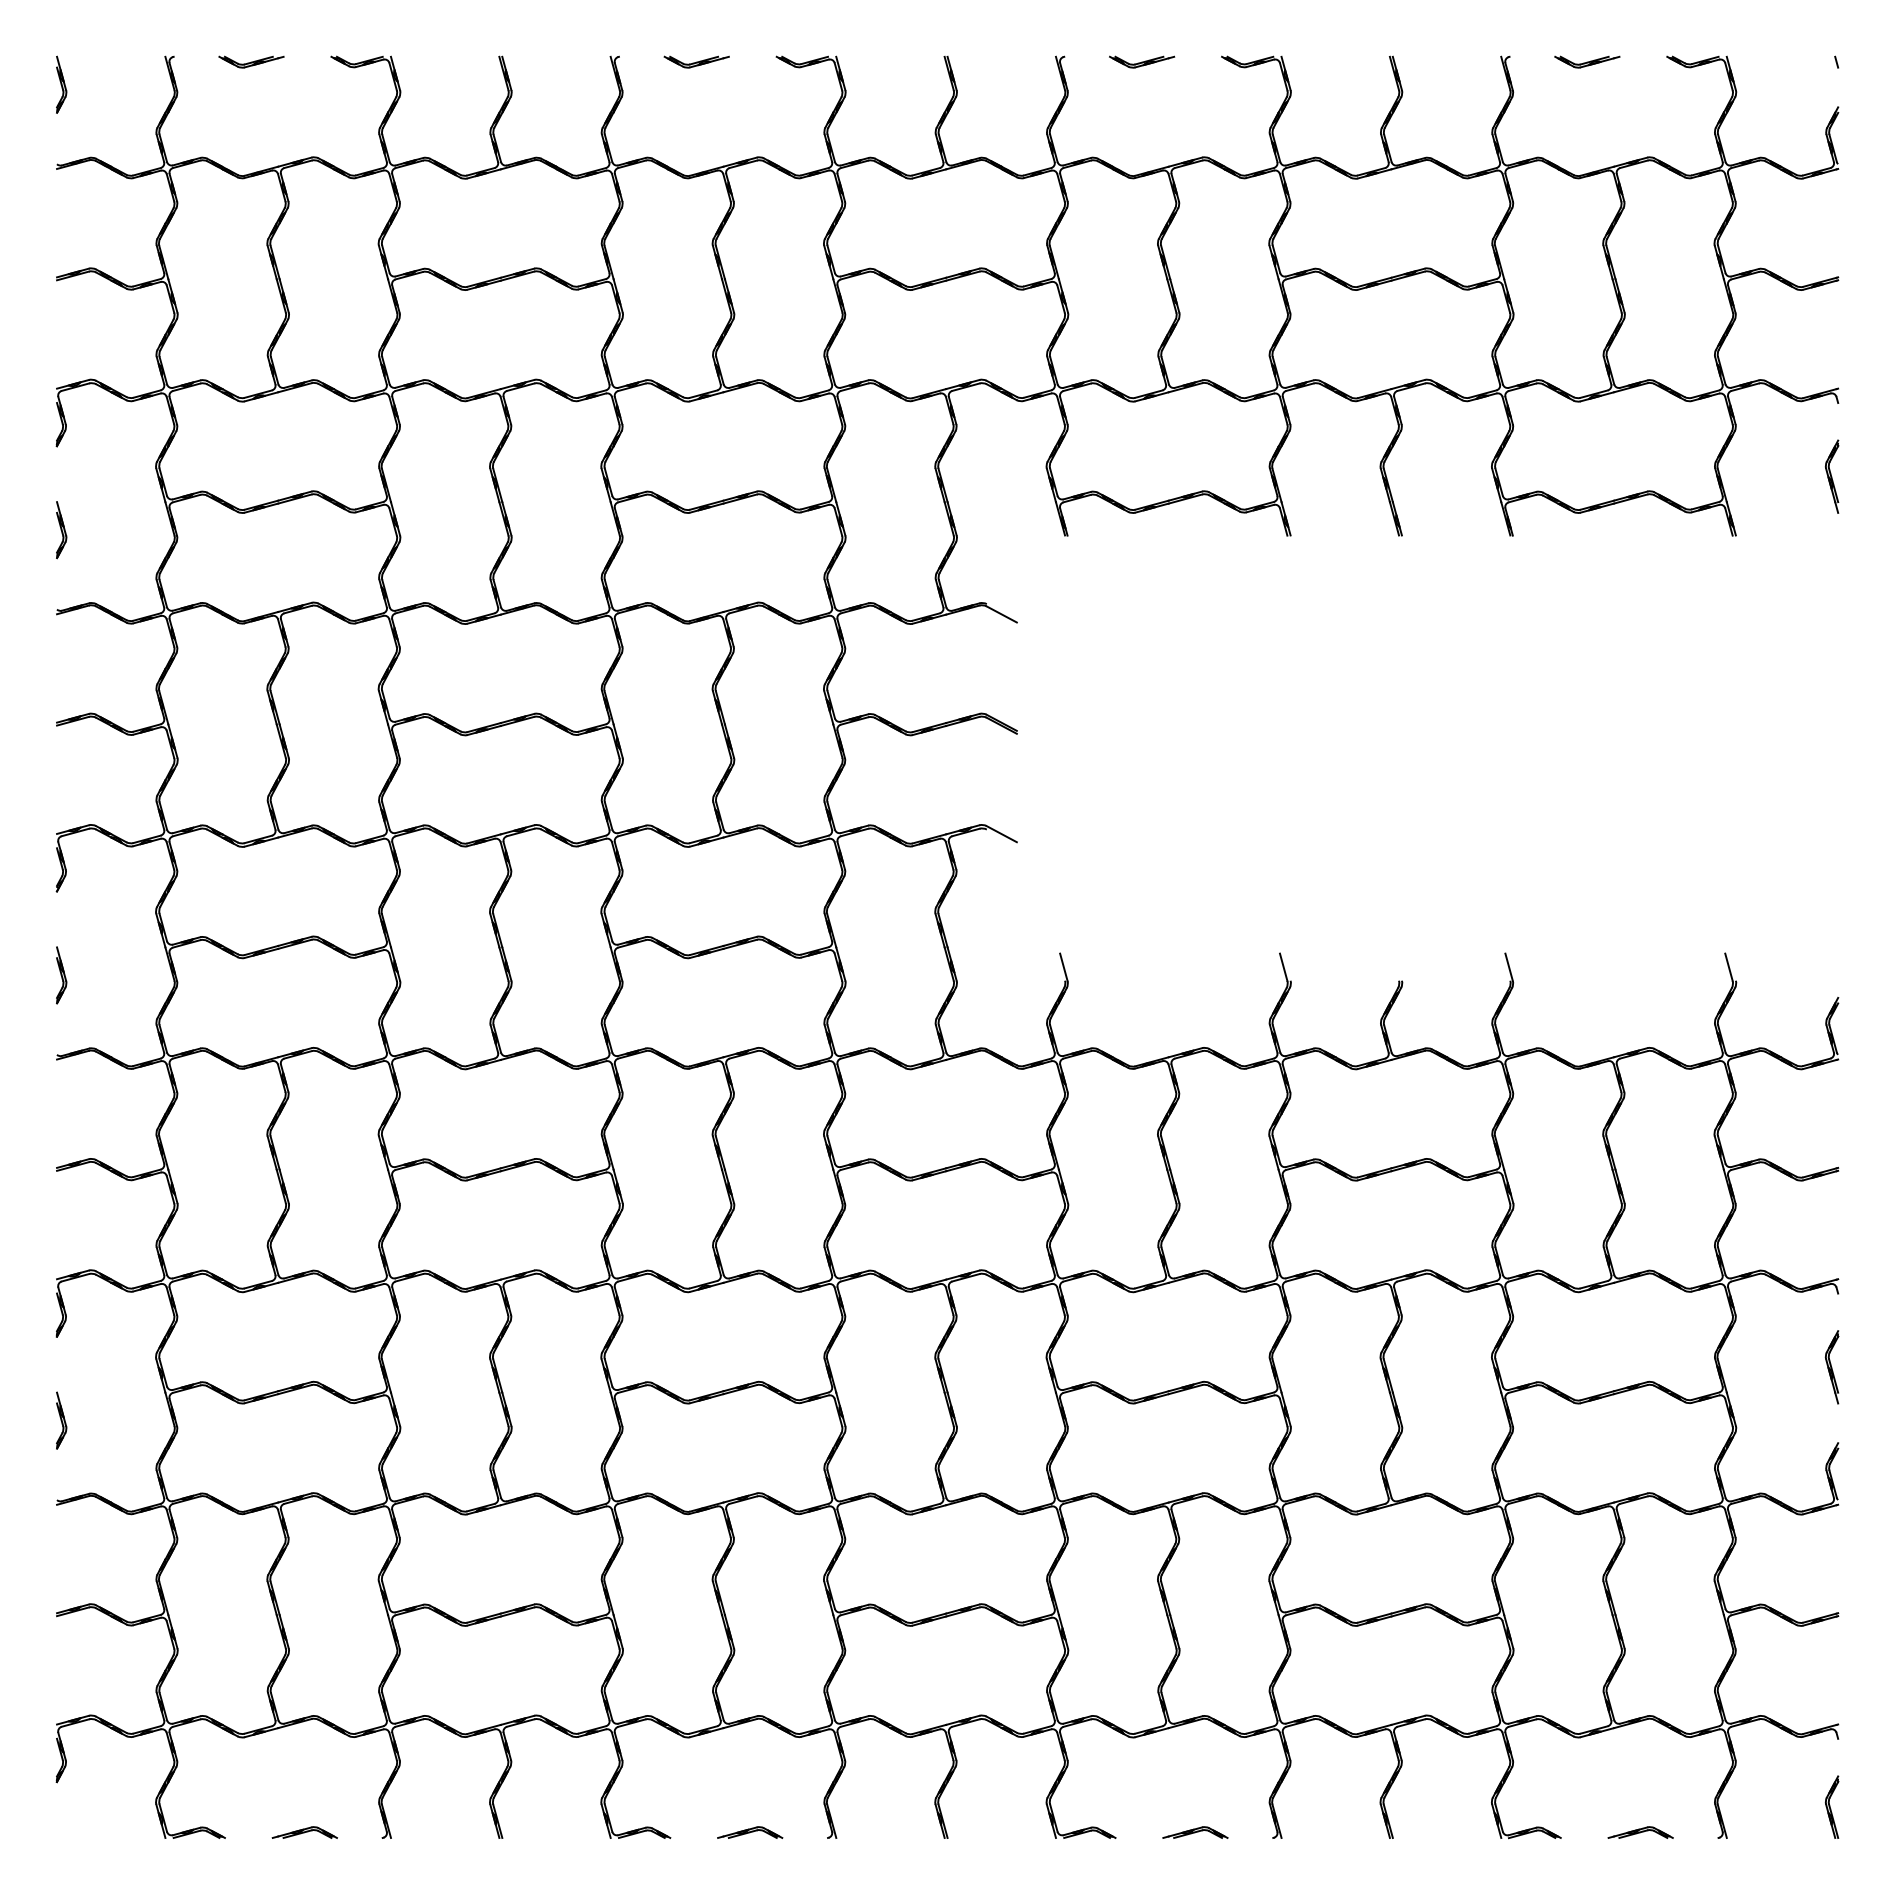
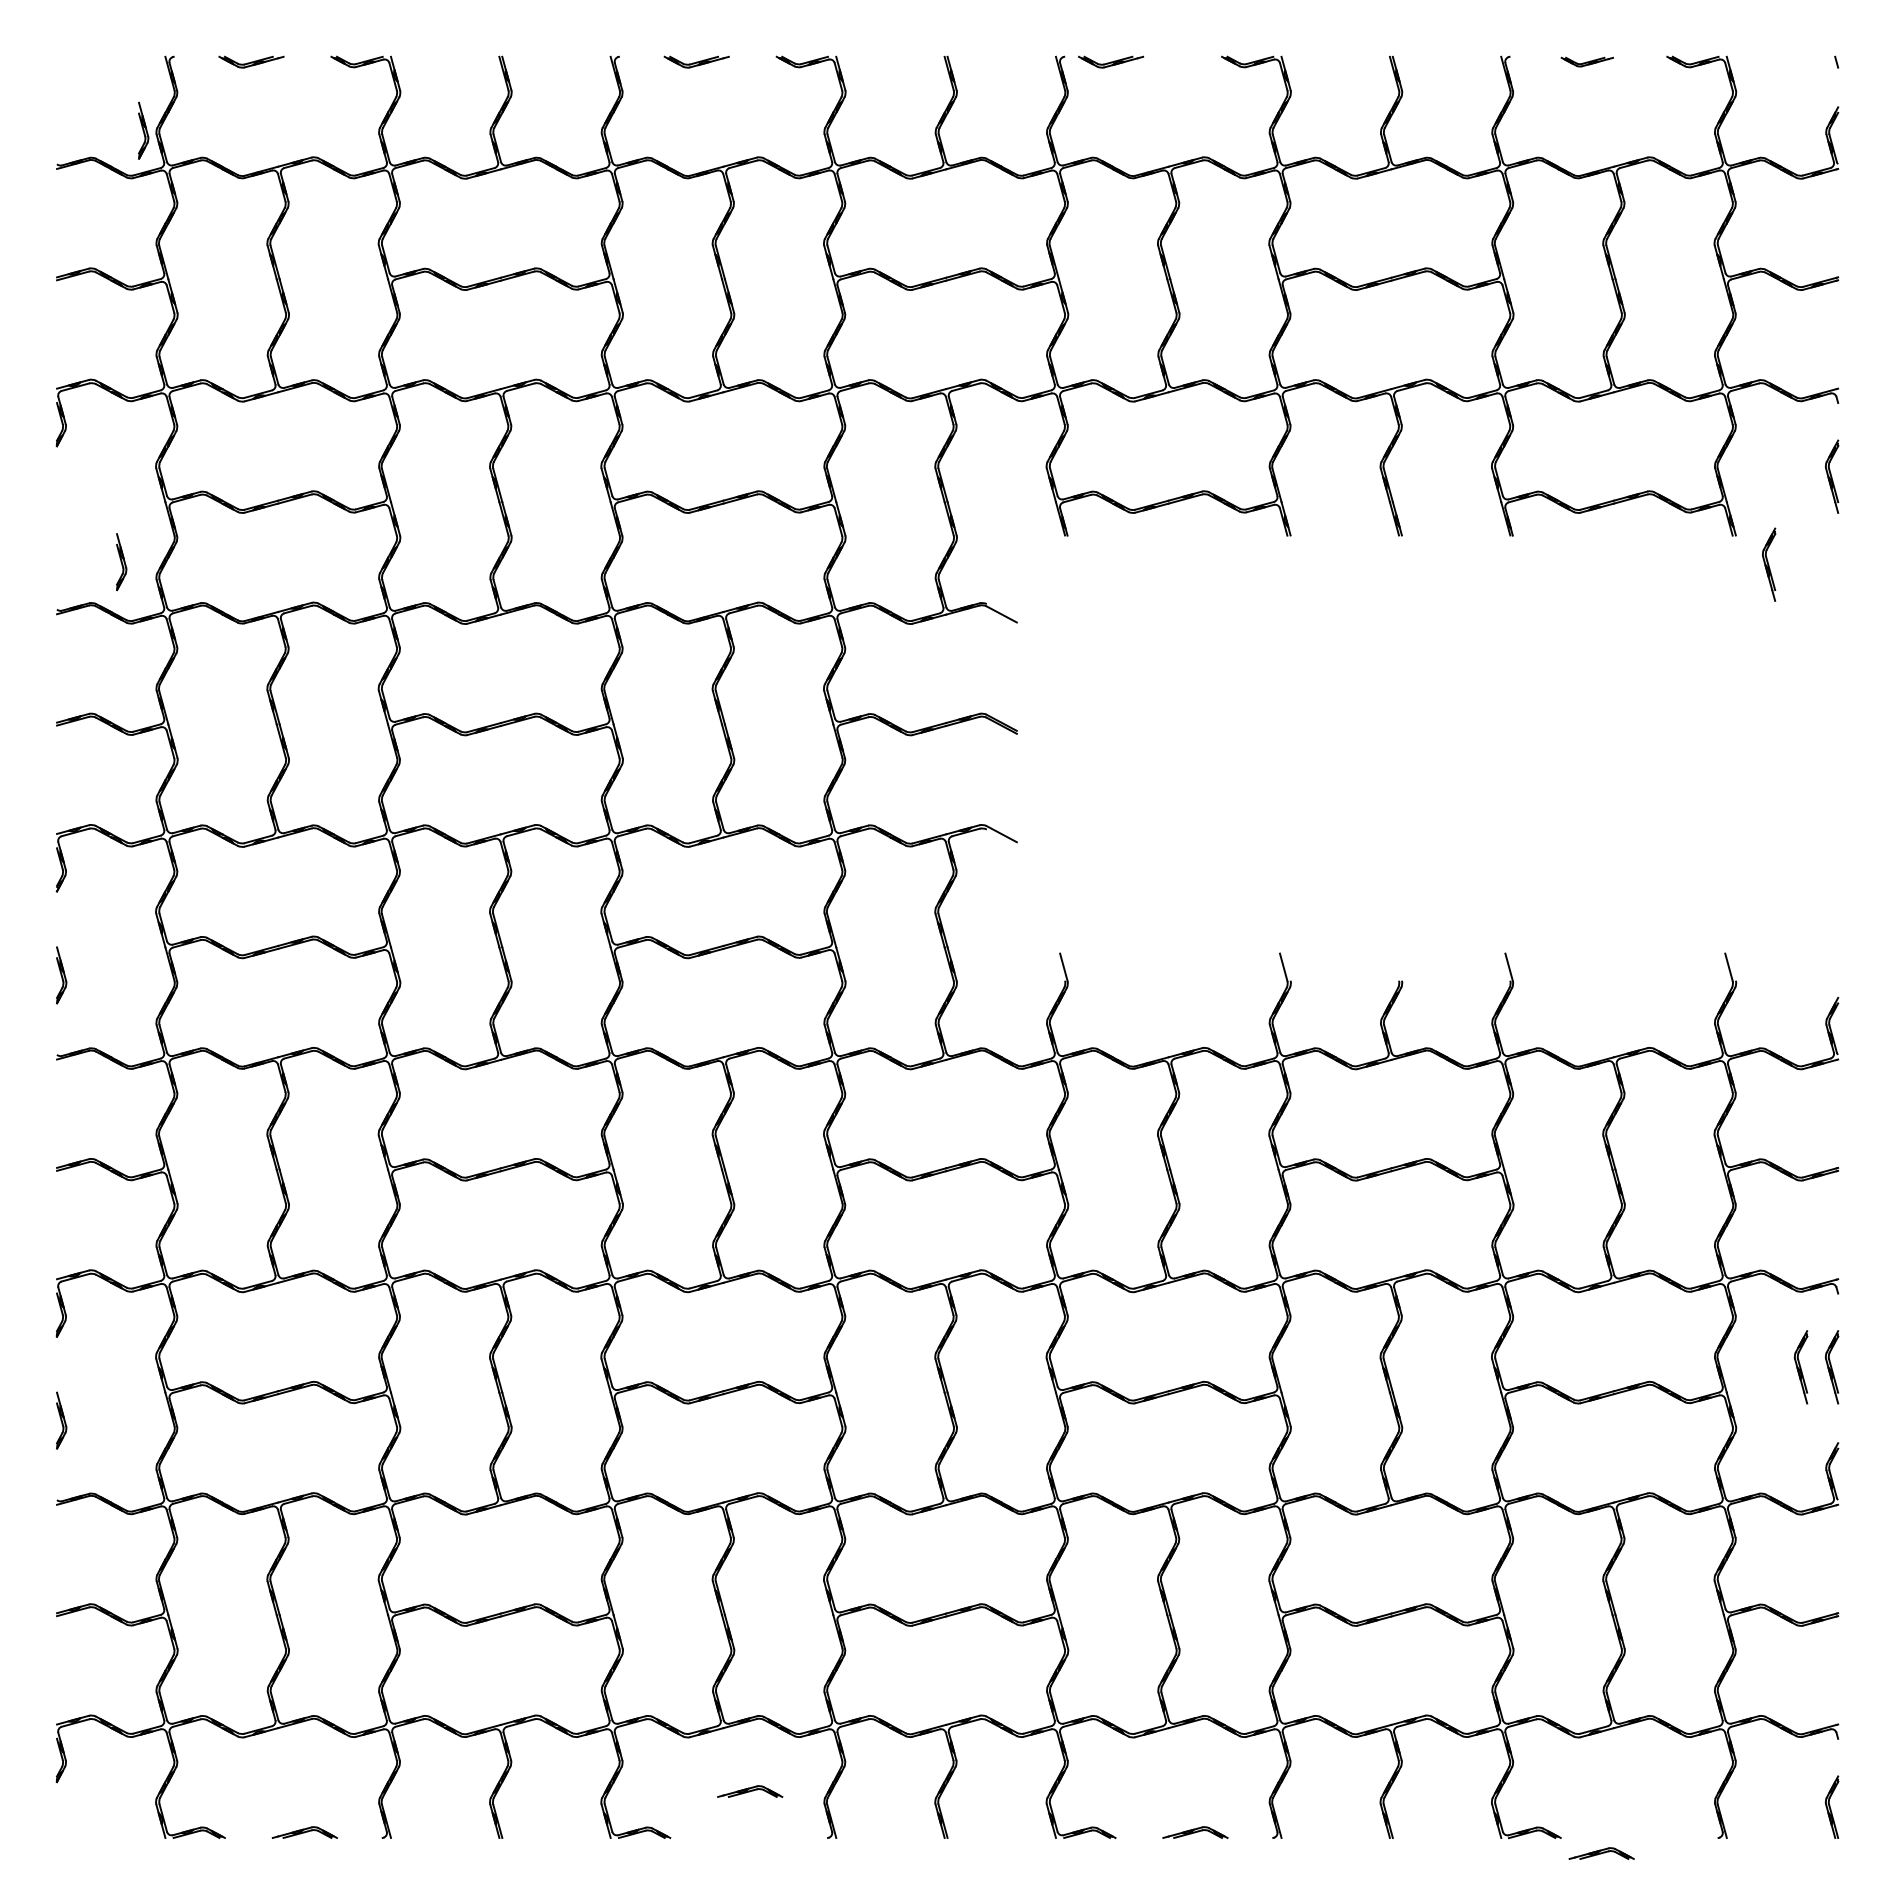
part at (1142, 61) position: (1142, 61) -> (1111, 61)
part at (1587, 61) size: 67x14 px -> 54x12 px
part at (61, 84) position: (61, 84) -> (143, 130)
part at (61, 530) position: (61, 530) -> (121, 562)
part at (1768, 564): none -> present
part at (1800, 1367): none -> present
part at (750, 1832) position: (750, 1832) -> (750, 1791)
part at (1640, 1832) position: (1640, 1832) -> (1601, 1853)
